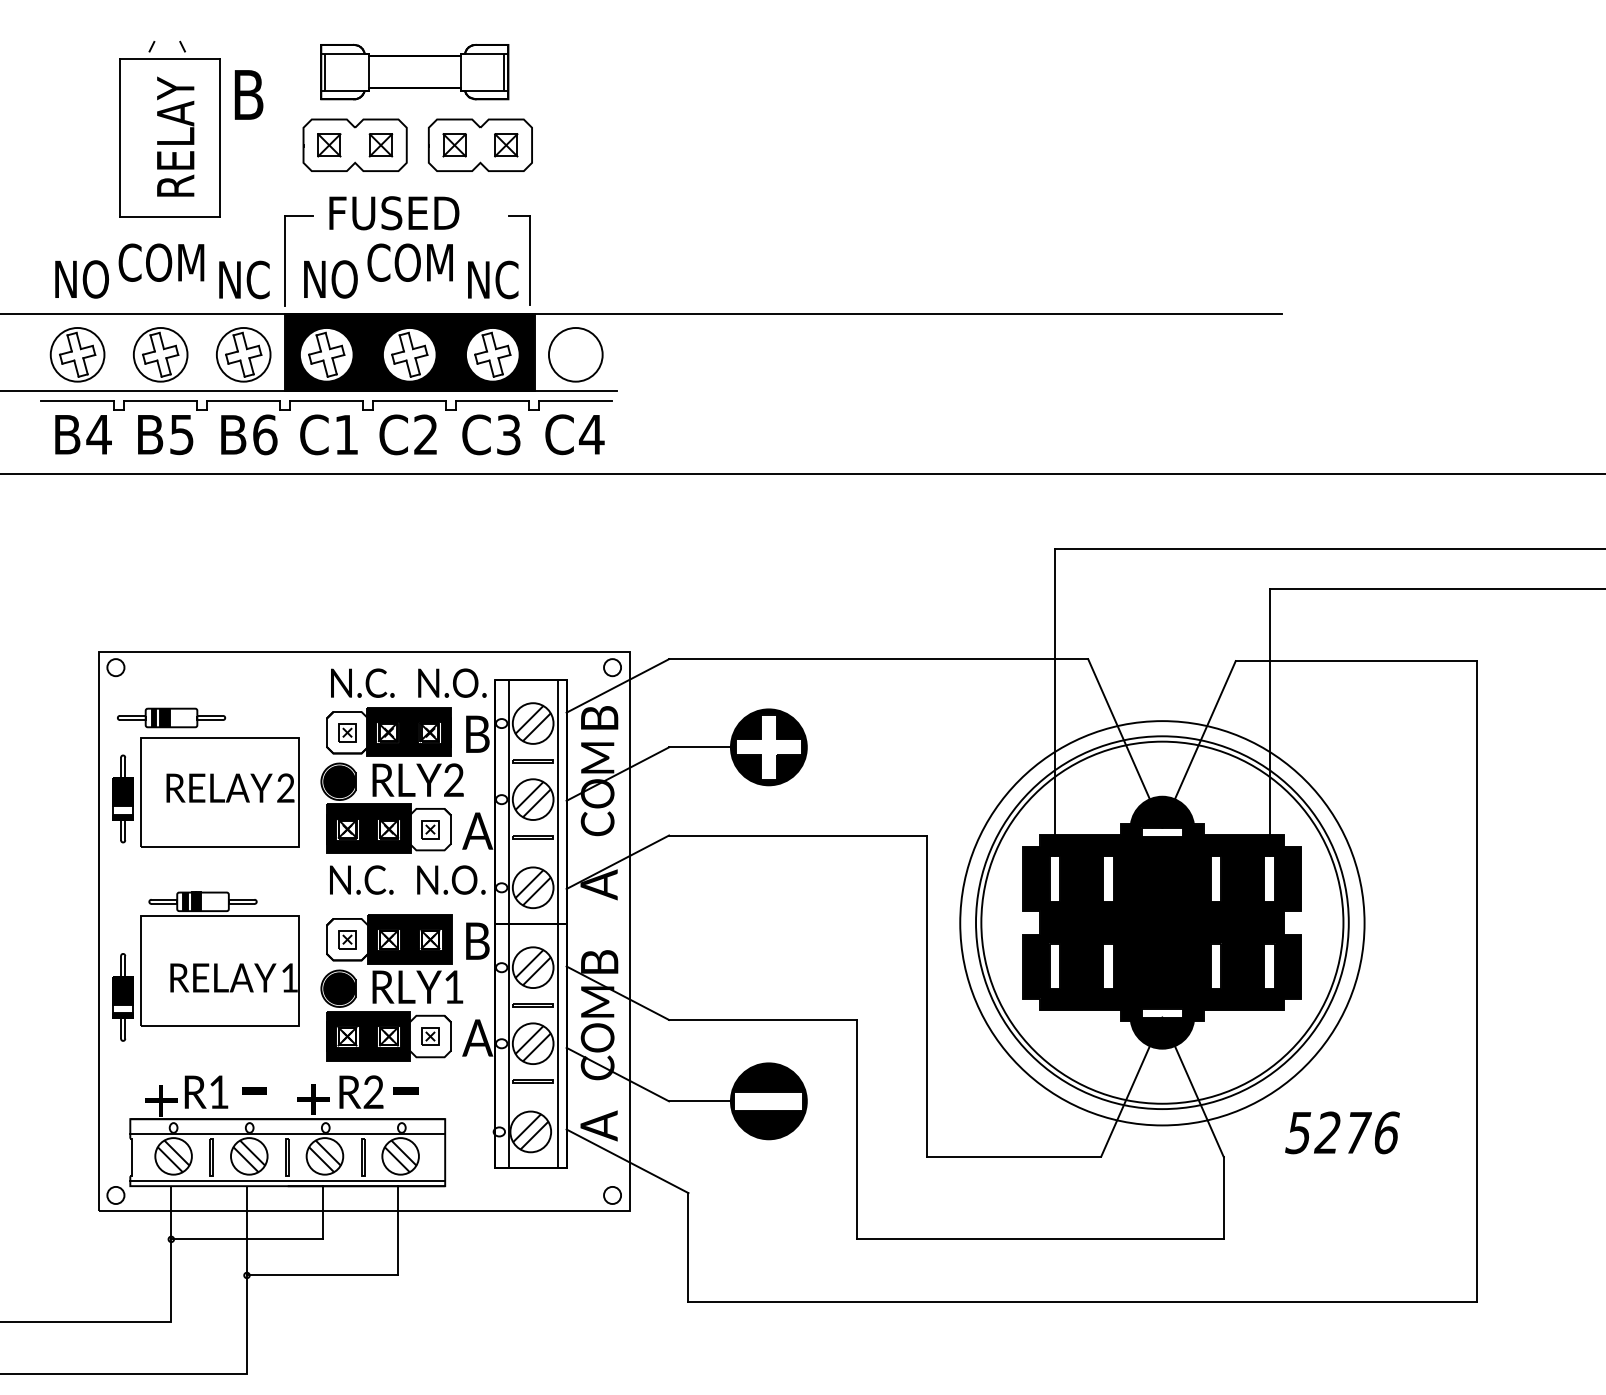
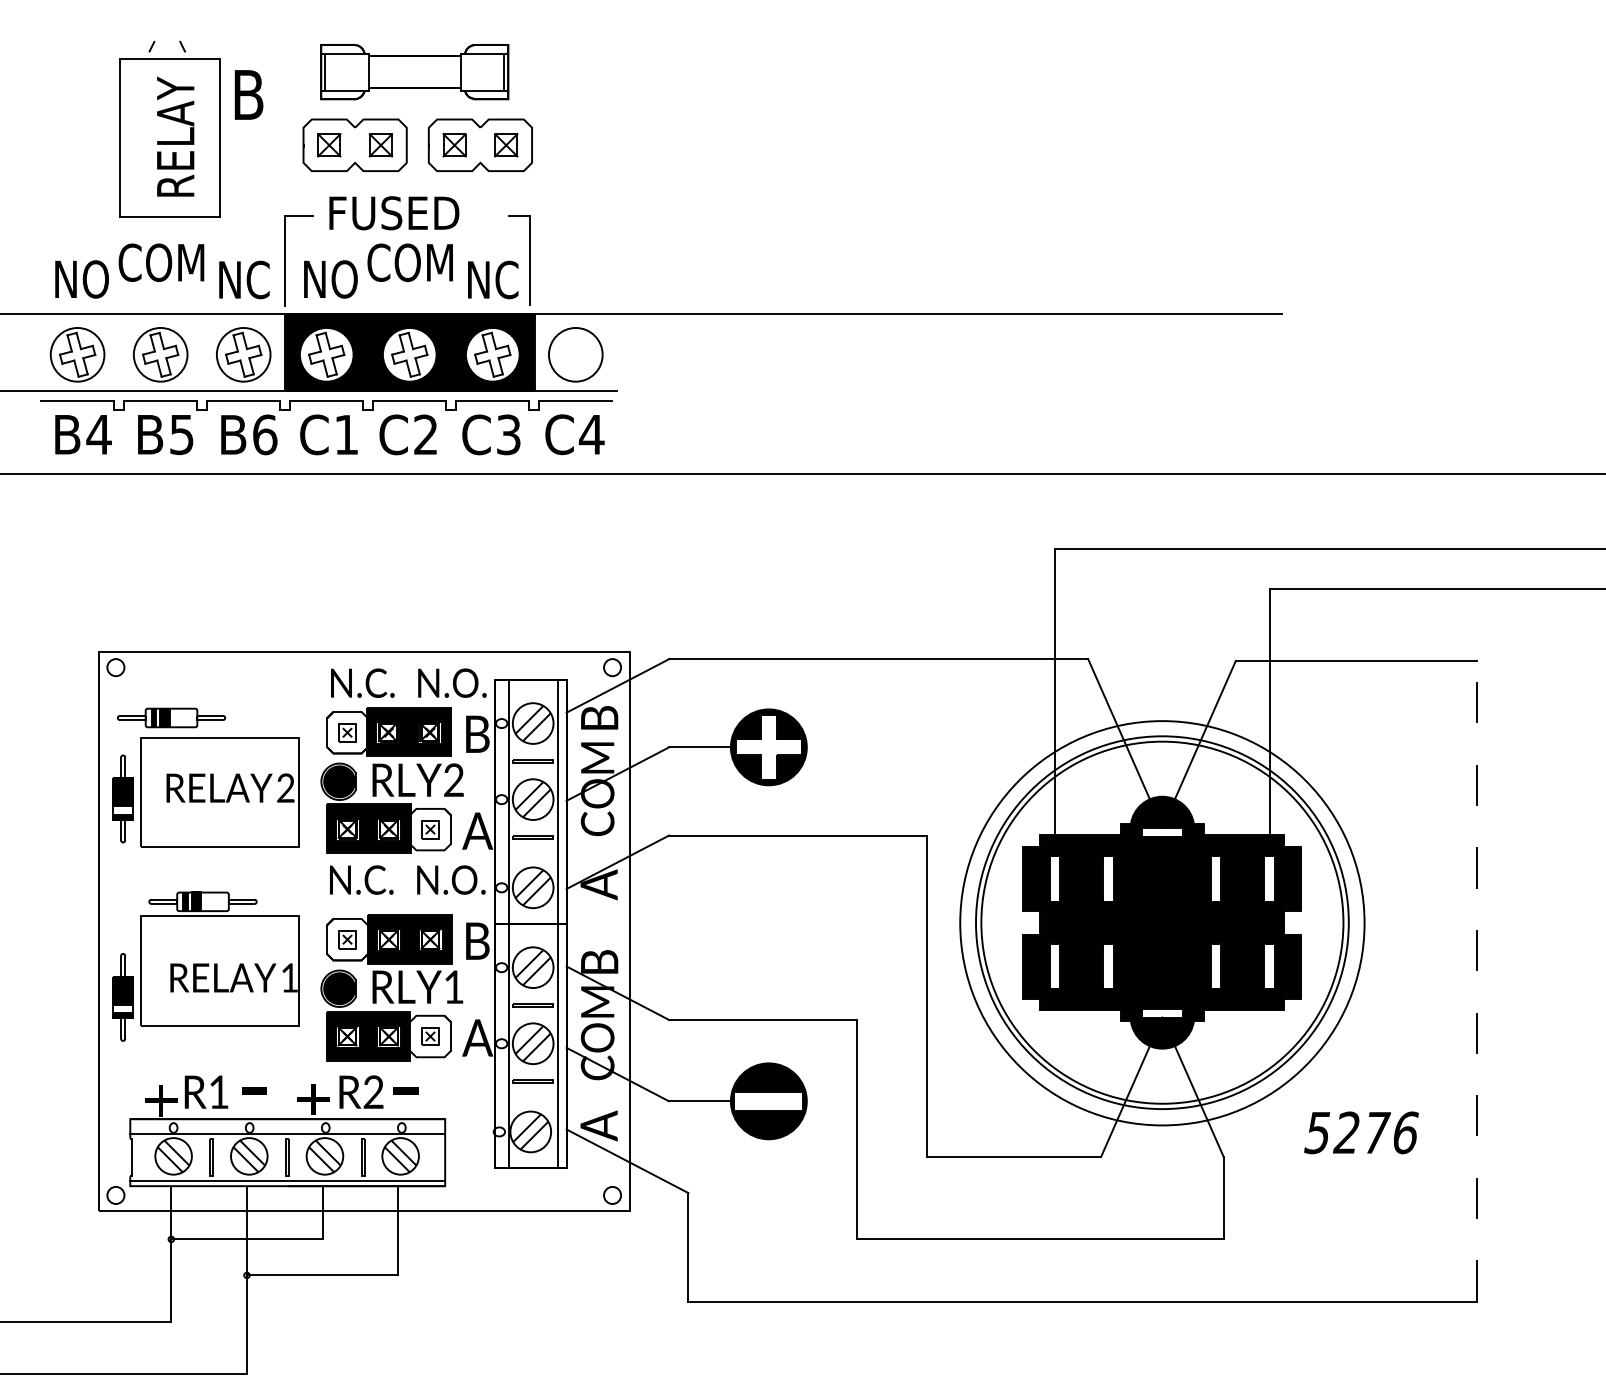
line at (1477, 980): solid -> dashed
text at (1342, 1132) position: (1342, 1132) -> (1361, 1132)
